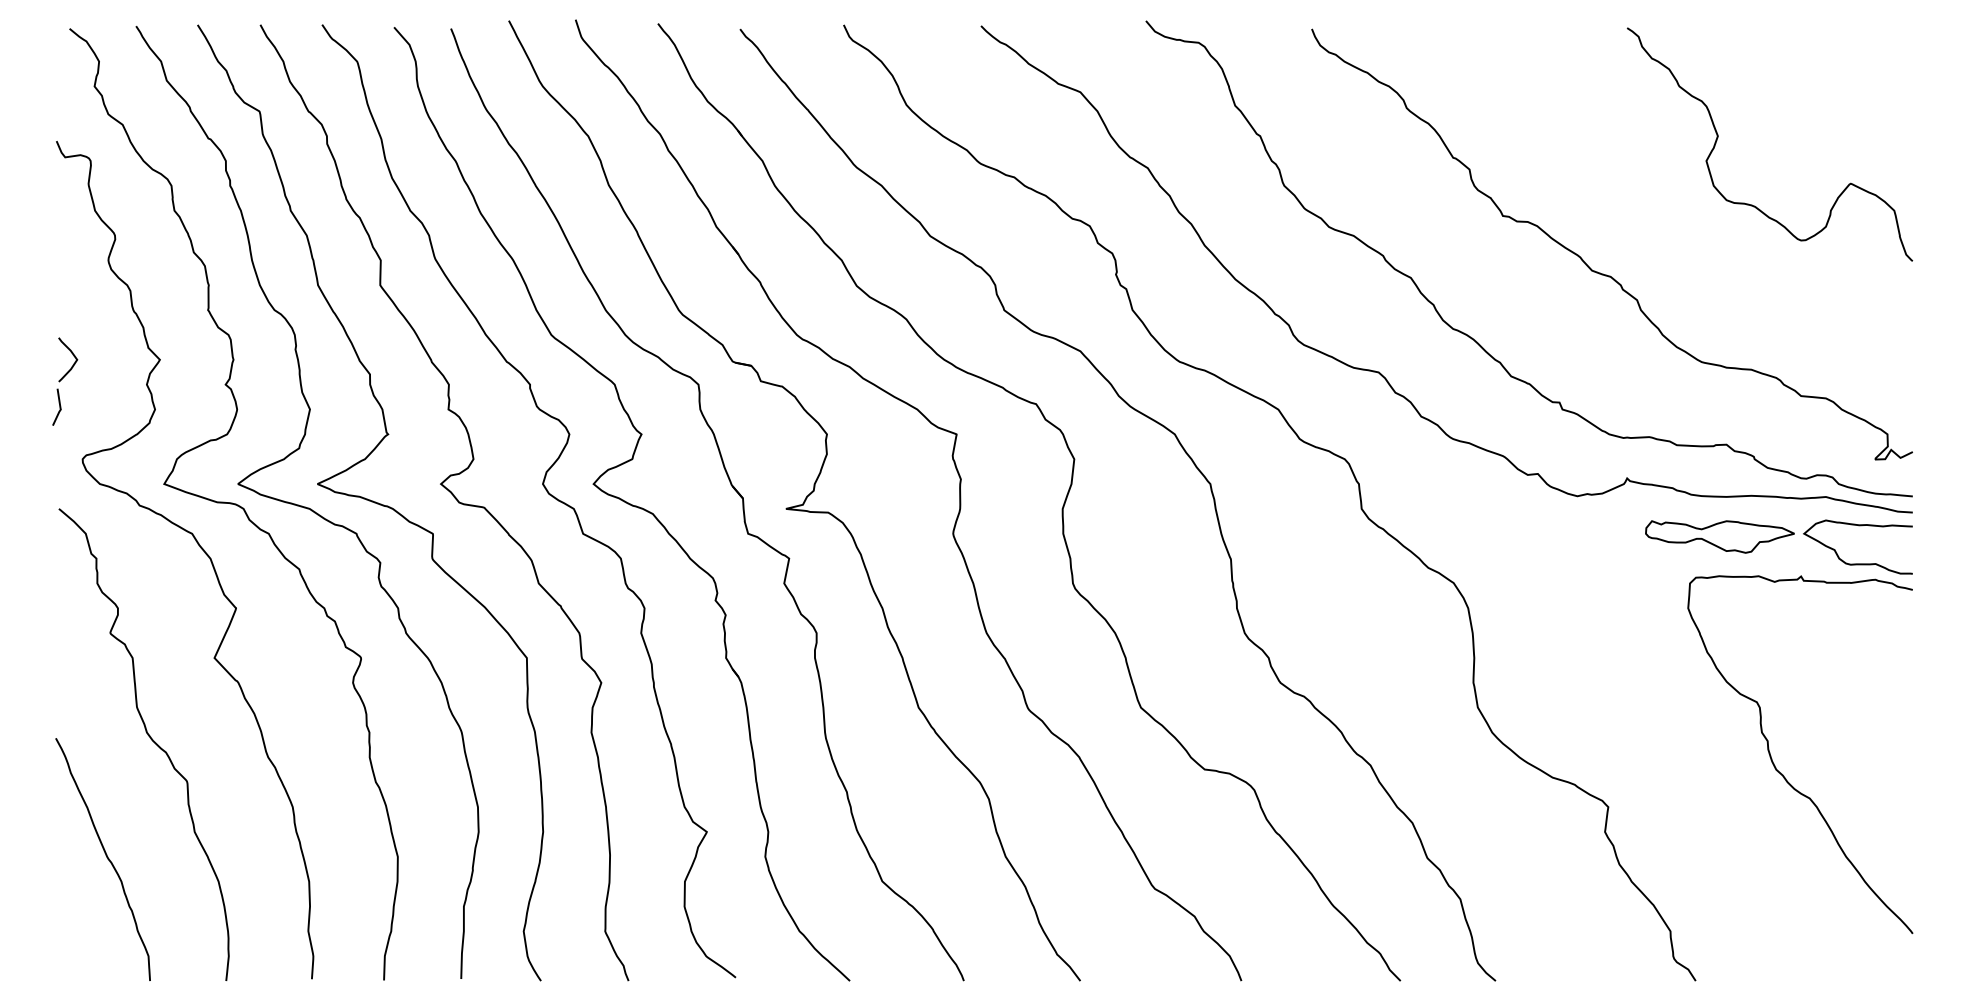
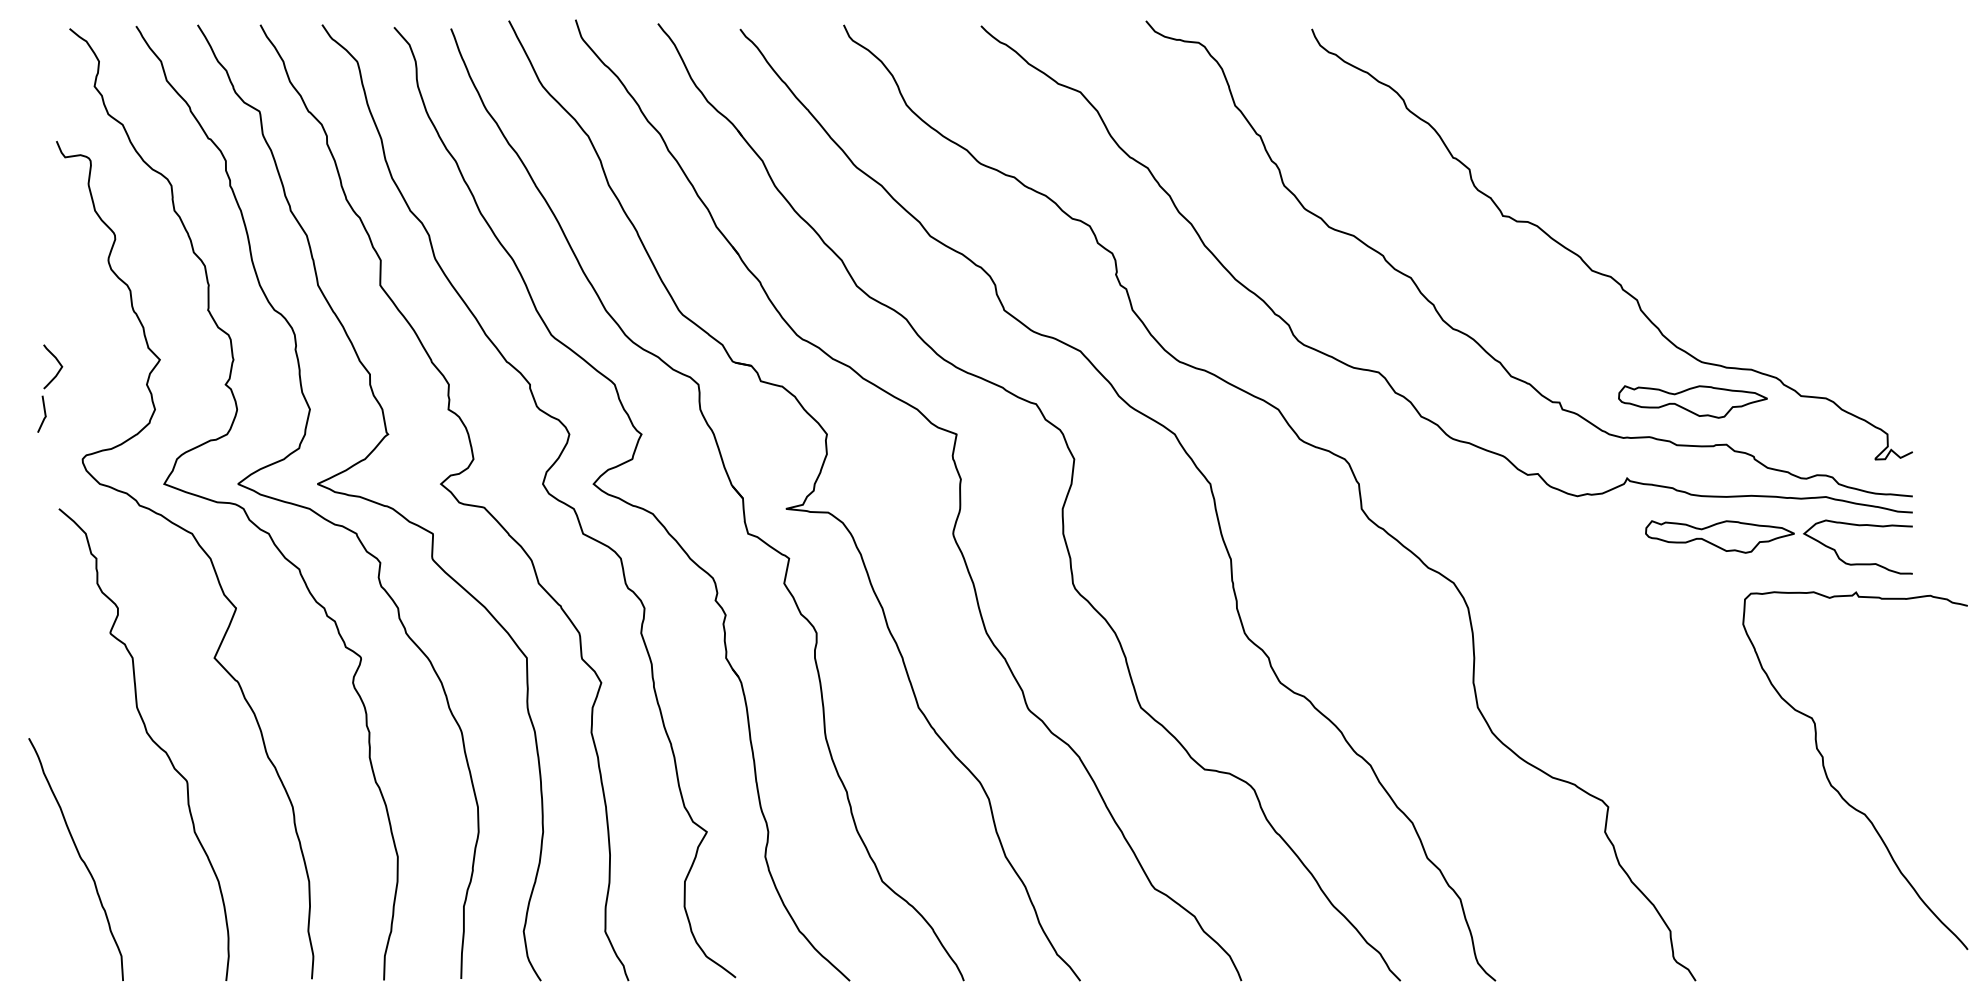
curve at (1718, 138): present -> none
part at (65, 381) position: (65, 381) -> (50, 388)
part at (1692, 401): none -> present
curve at (1782, 773) position: (1782, 773) -> (1837, 789)
curve at (106, 857) position: (106, 857) -> (79, 857)
